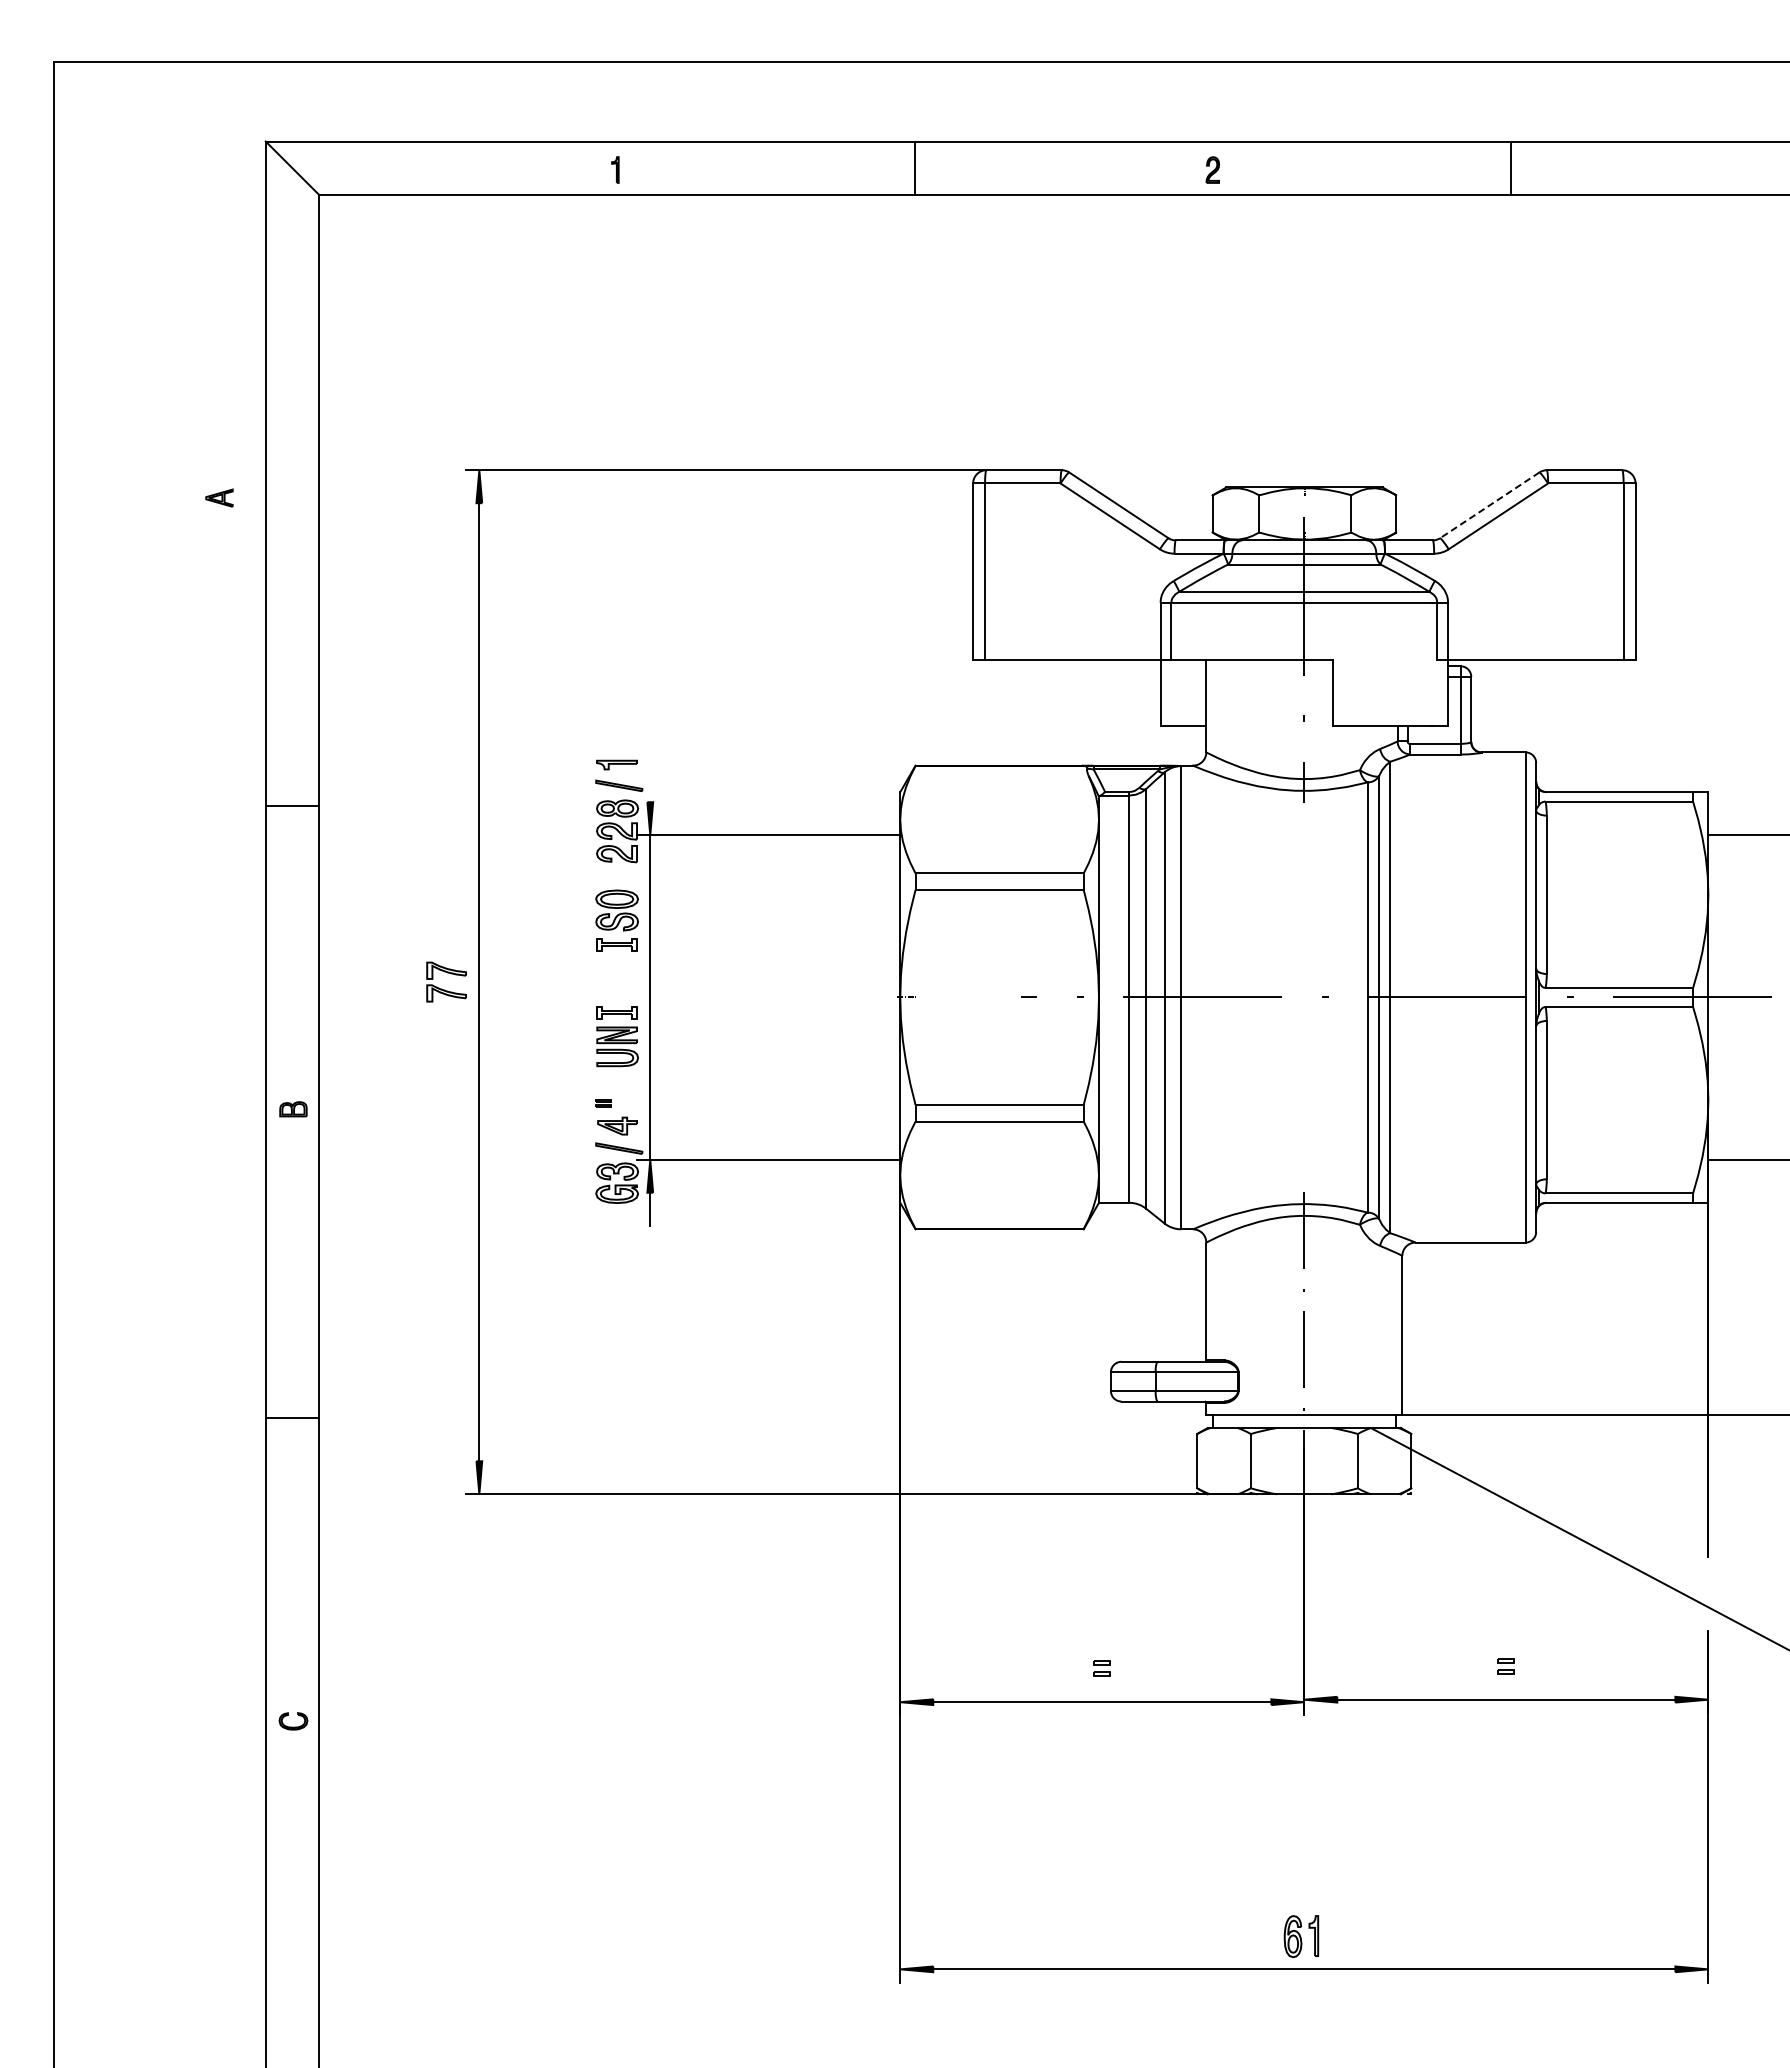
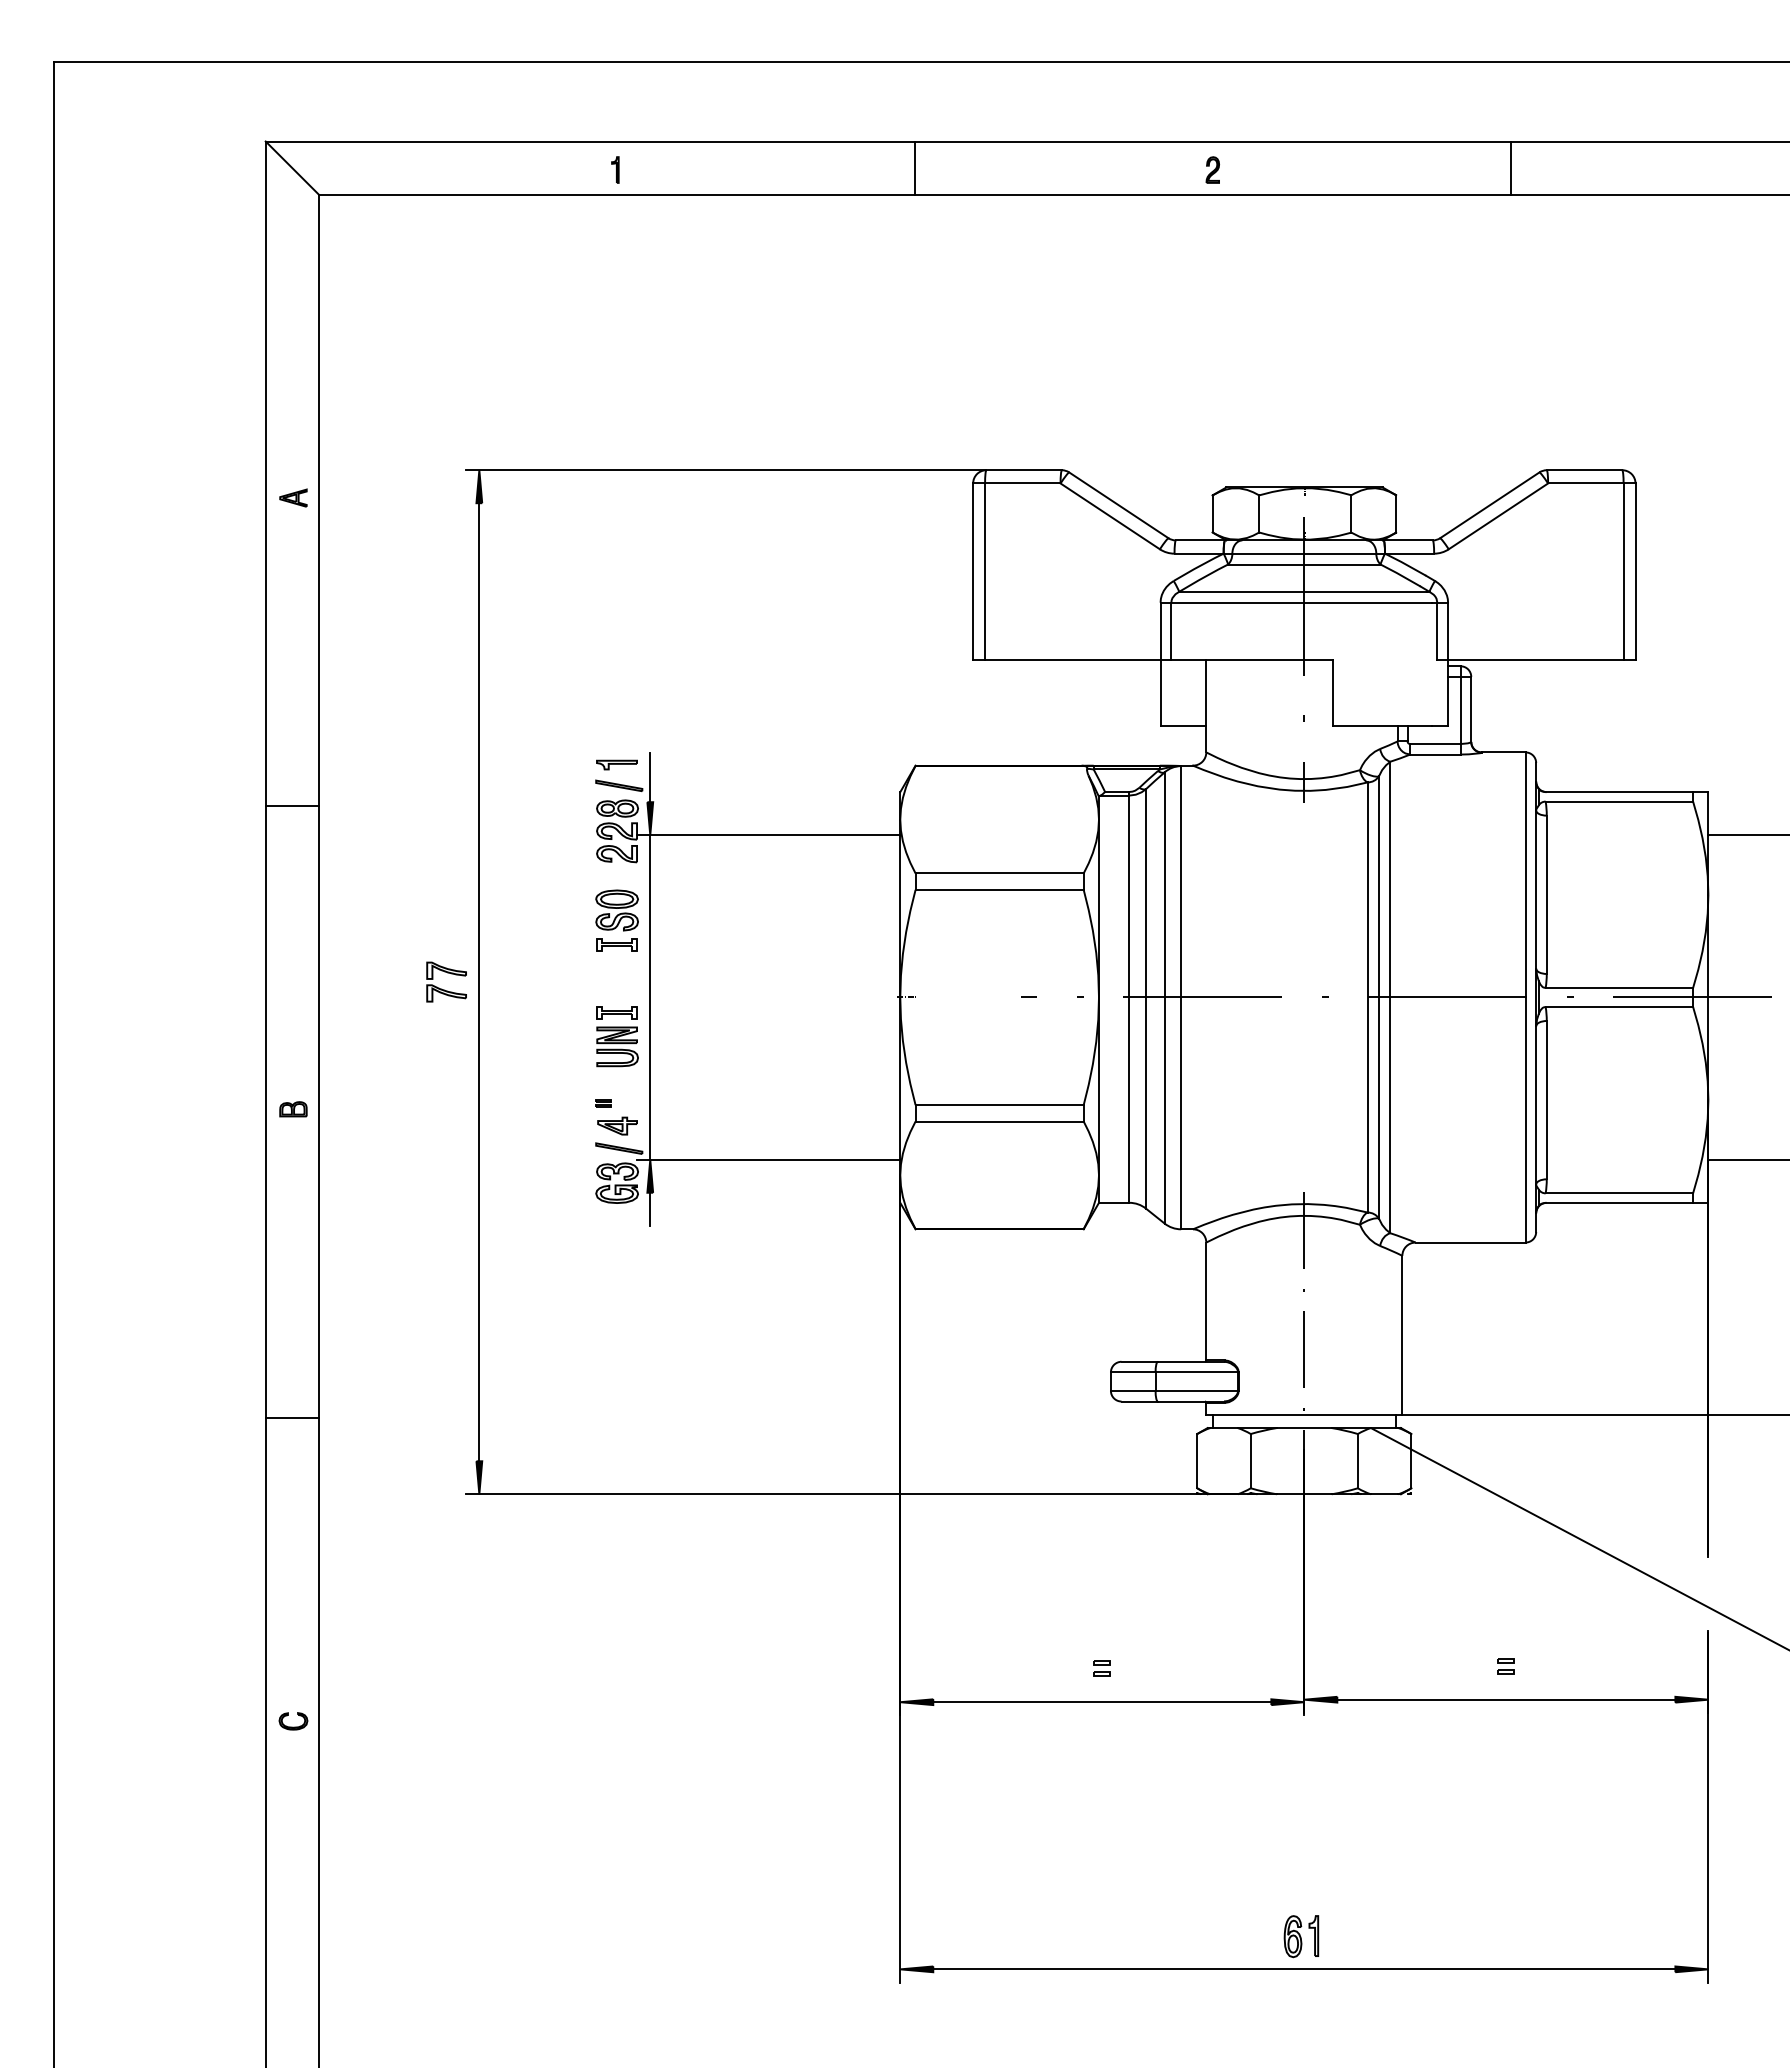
part at (219, 497) position: (219, 497) -> (293, 497)
line at (1489, 505): dashed -> solid
line at (650, 777): none -> present
